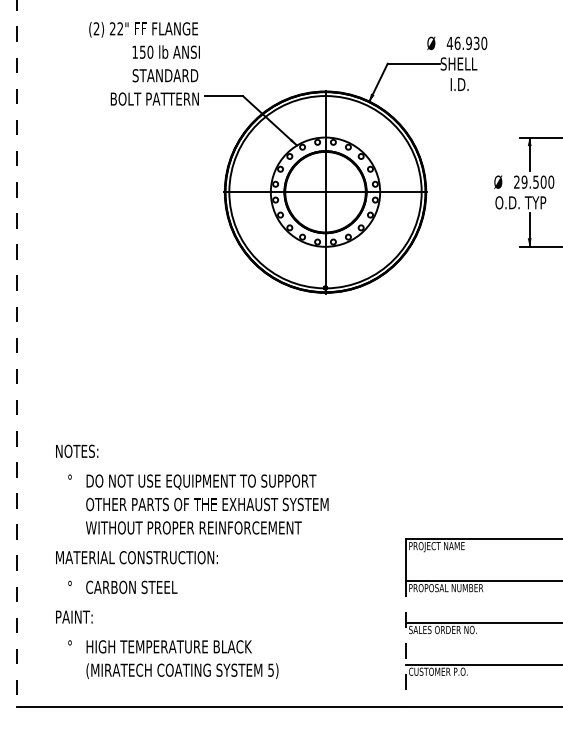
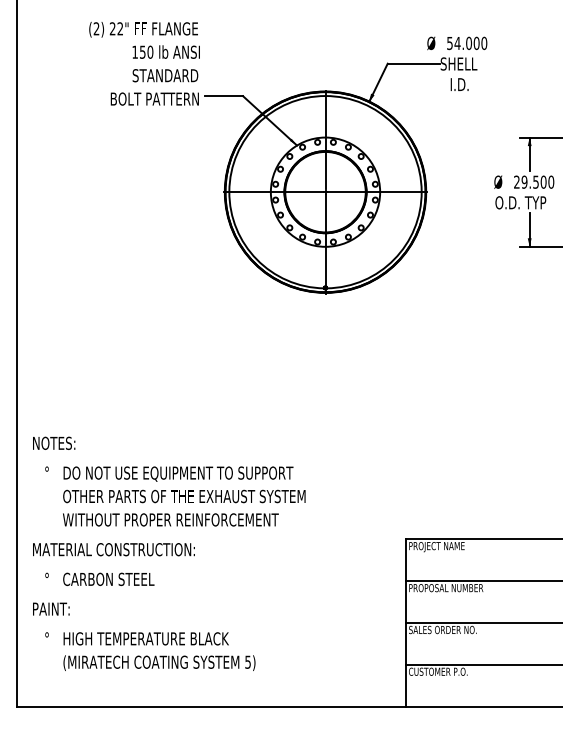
text at (462, 43): 46.930 -> 54.000
line at (16, 354): dashed -> solid
text at (192, 561) position: (192, 561) -> (169, 553)
line at (405, 644): dashed -> solid
